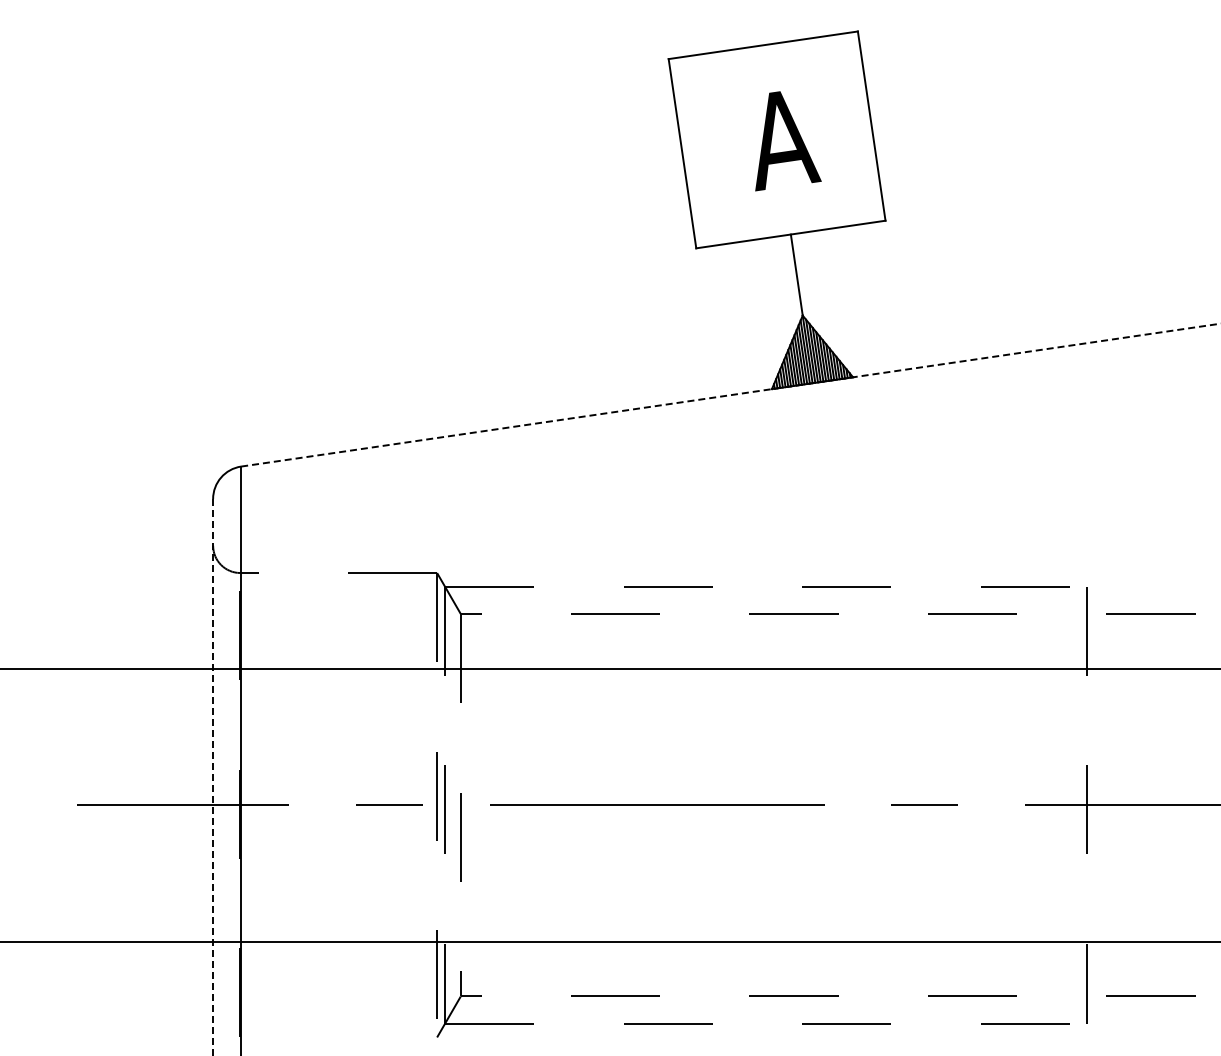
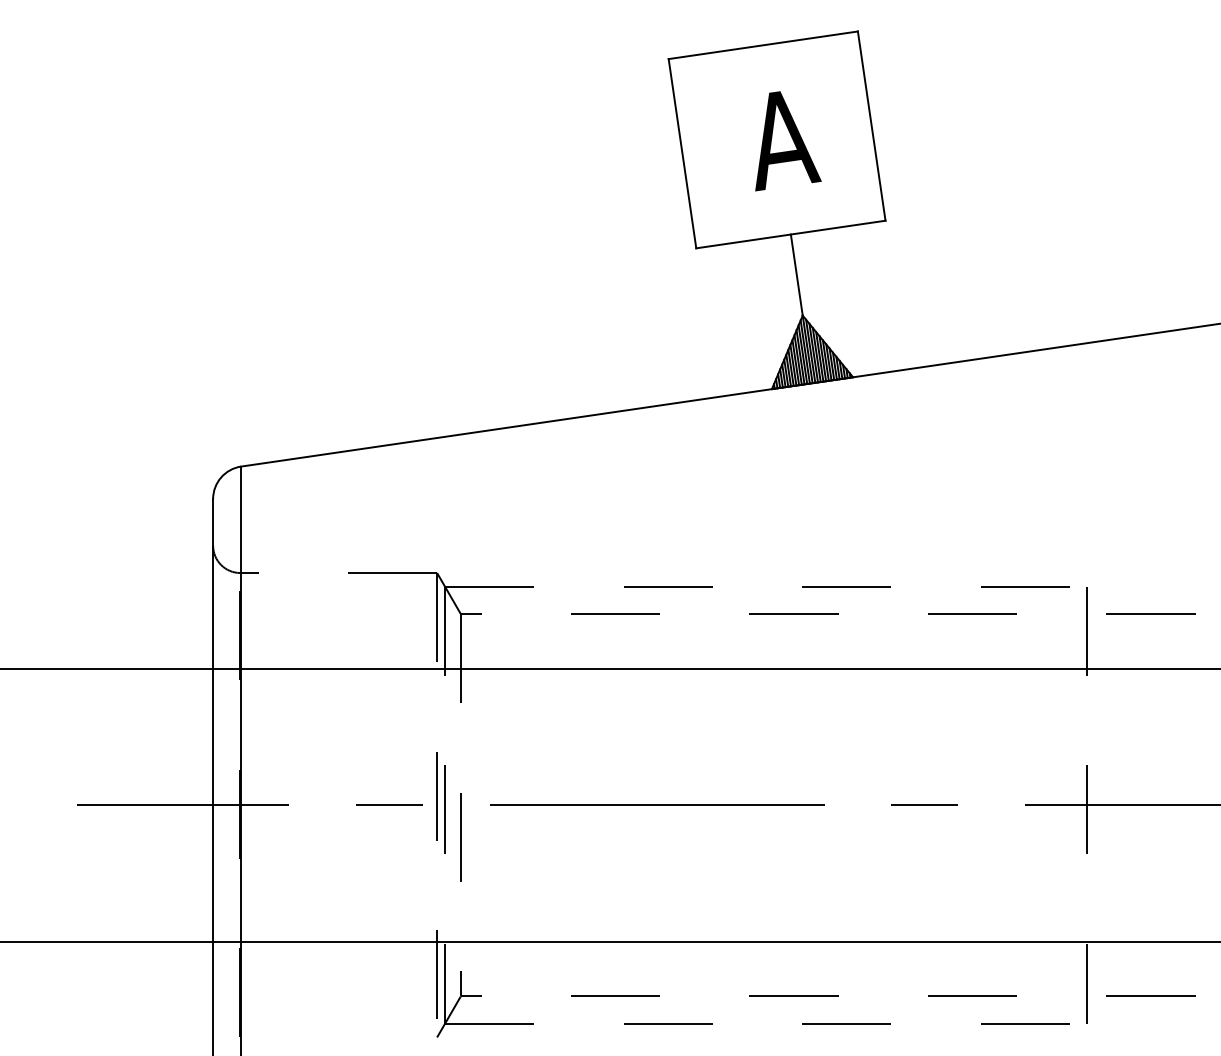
line at (730, 395): dashed -> solid
line at (213, 776): dashed -> solid
